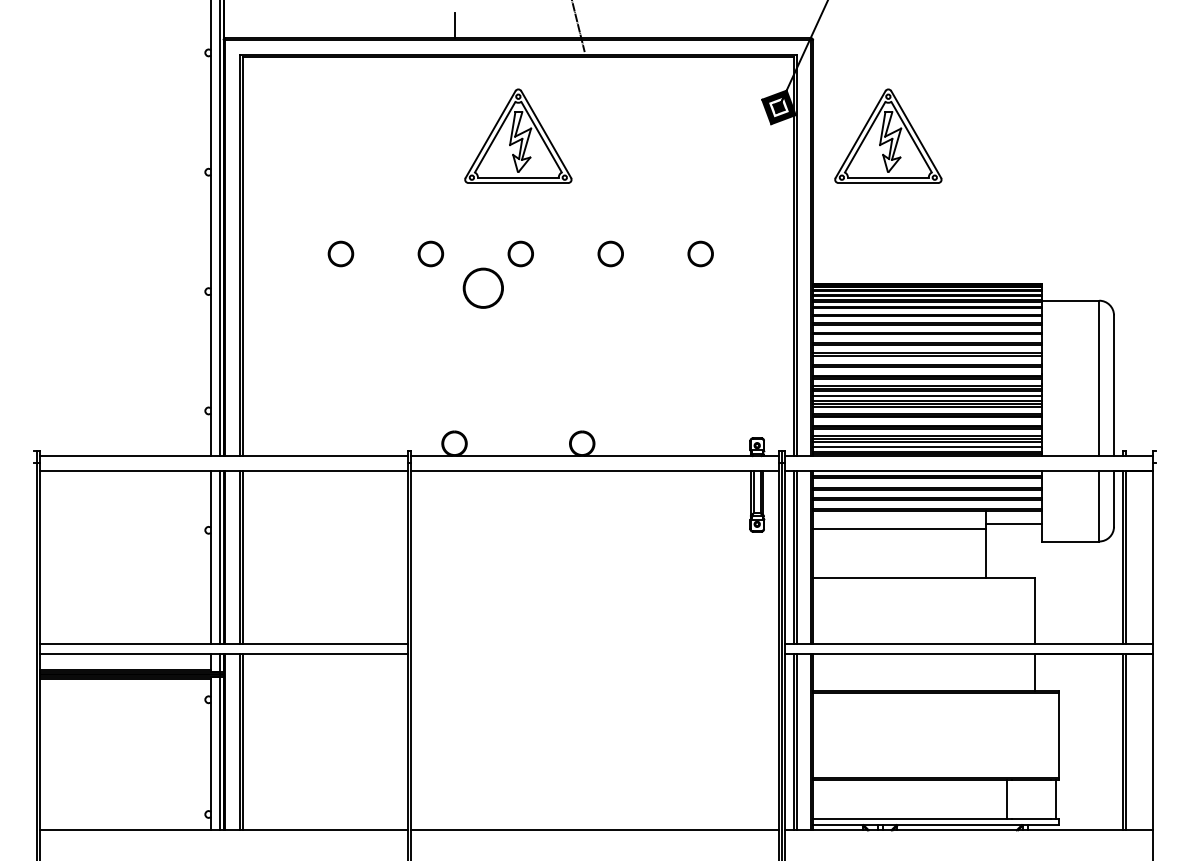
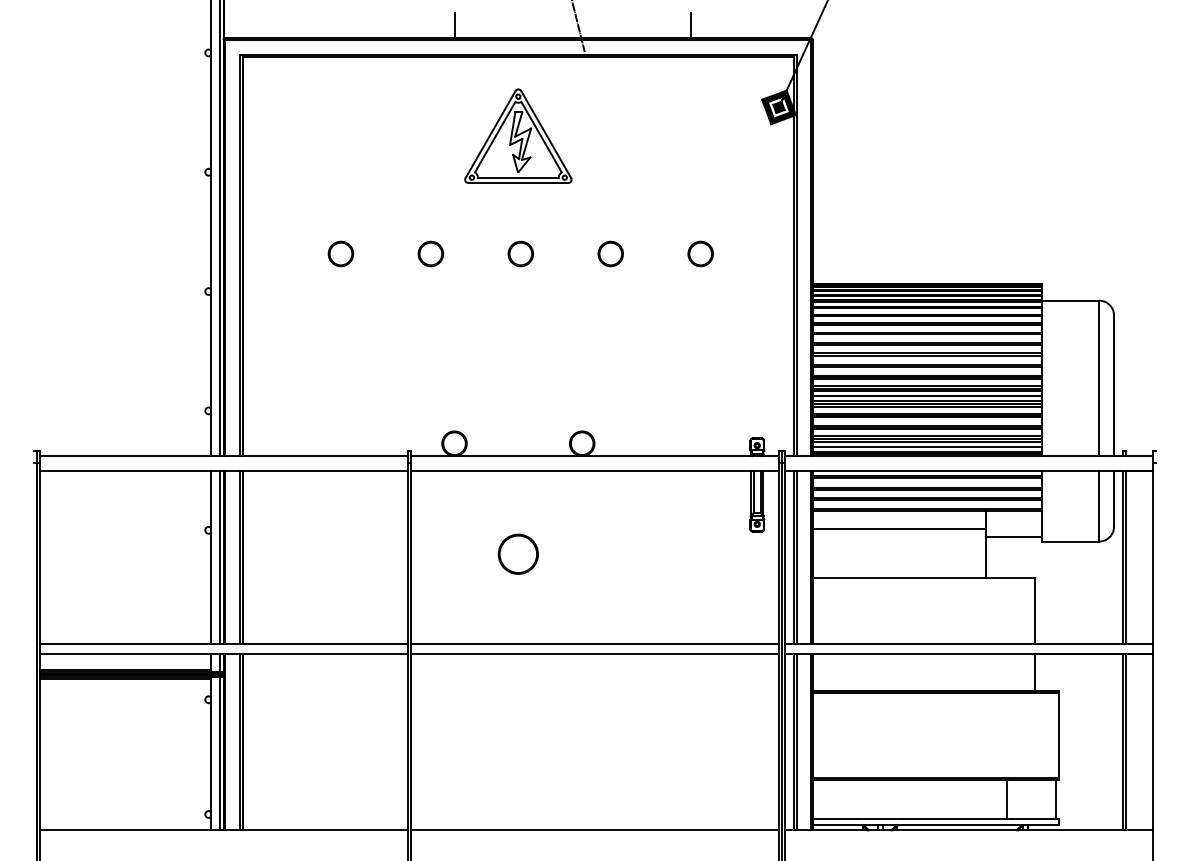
line at (690, 25): none -> present
part at (888, 135): present -> none
circle at (482, 287) position: (482, 287) -> (517, 553)
line at (1013, 523) position: (1013, 523) -> (1013, 536)
line at (594, 644): none -> present
line at (594, 654): none -> present
